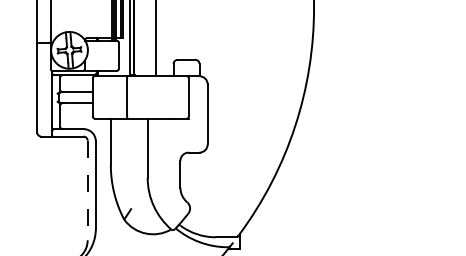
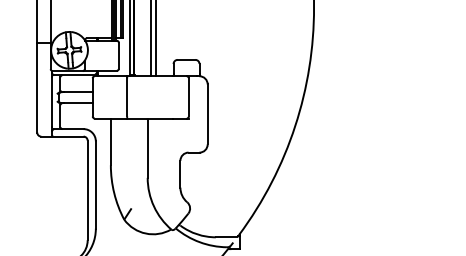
line at (150, 39): none -> present
line at (87, 190): dashed -> solid
